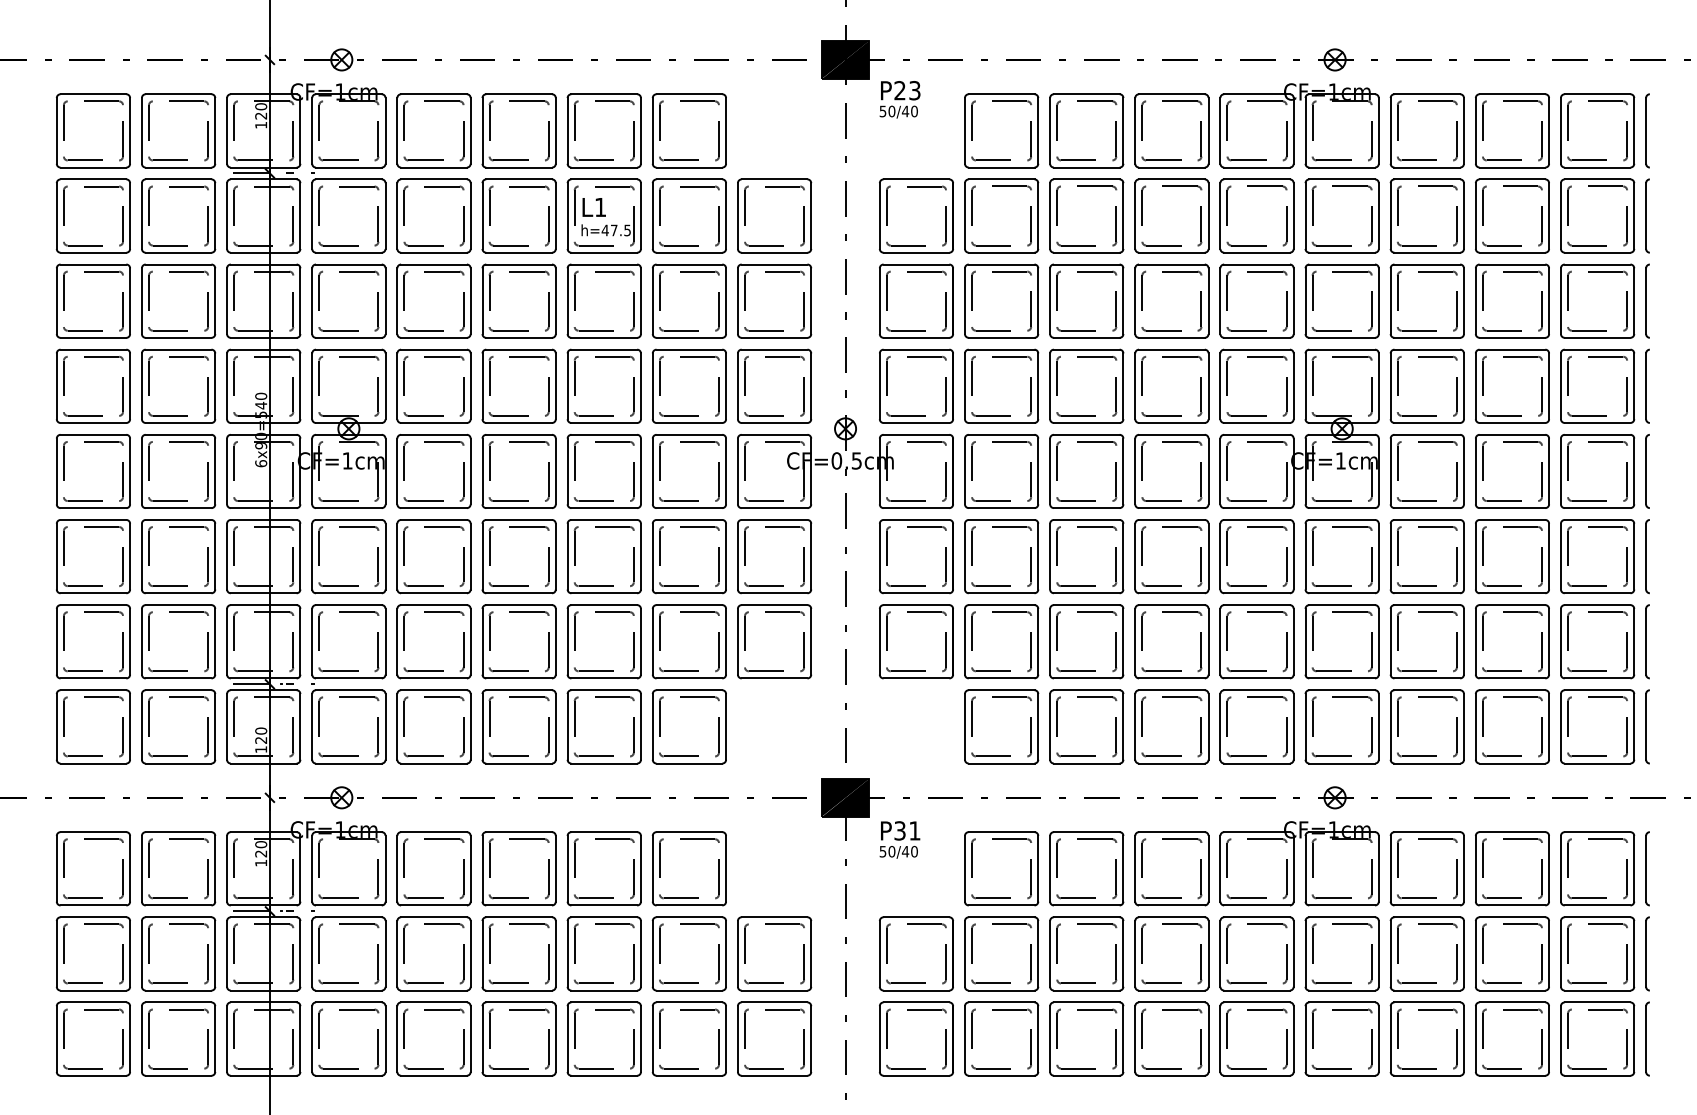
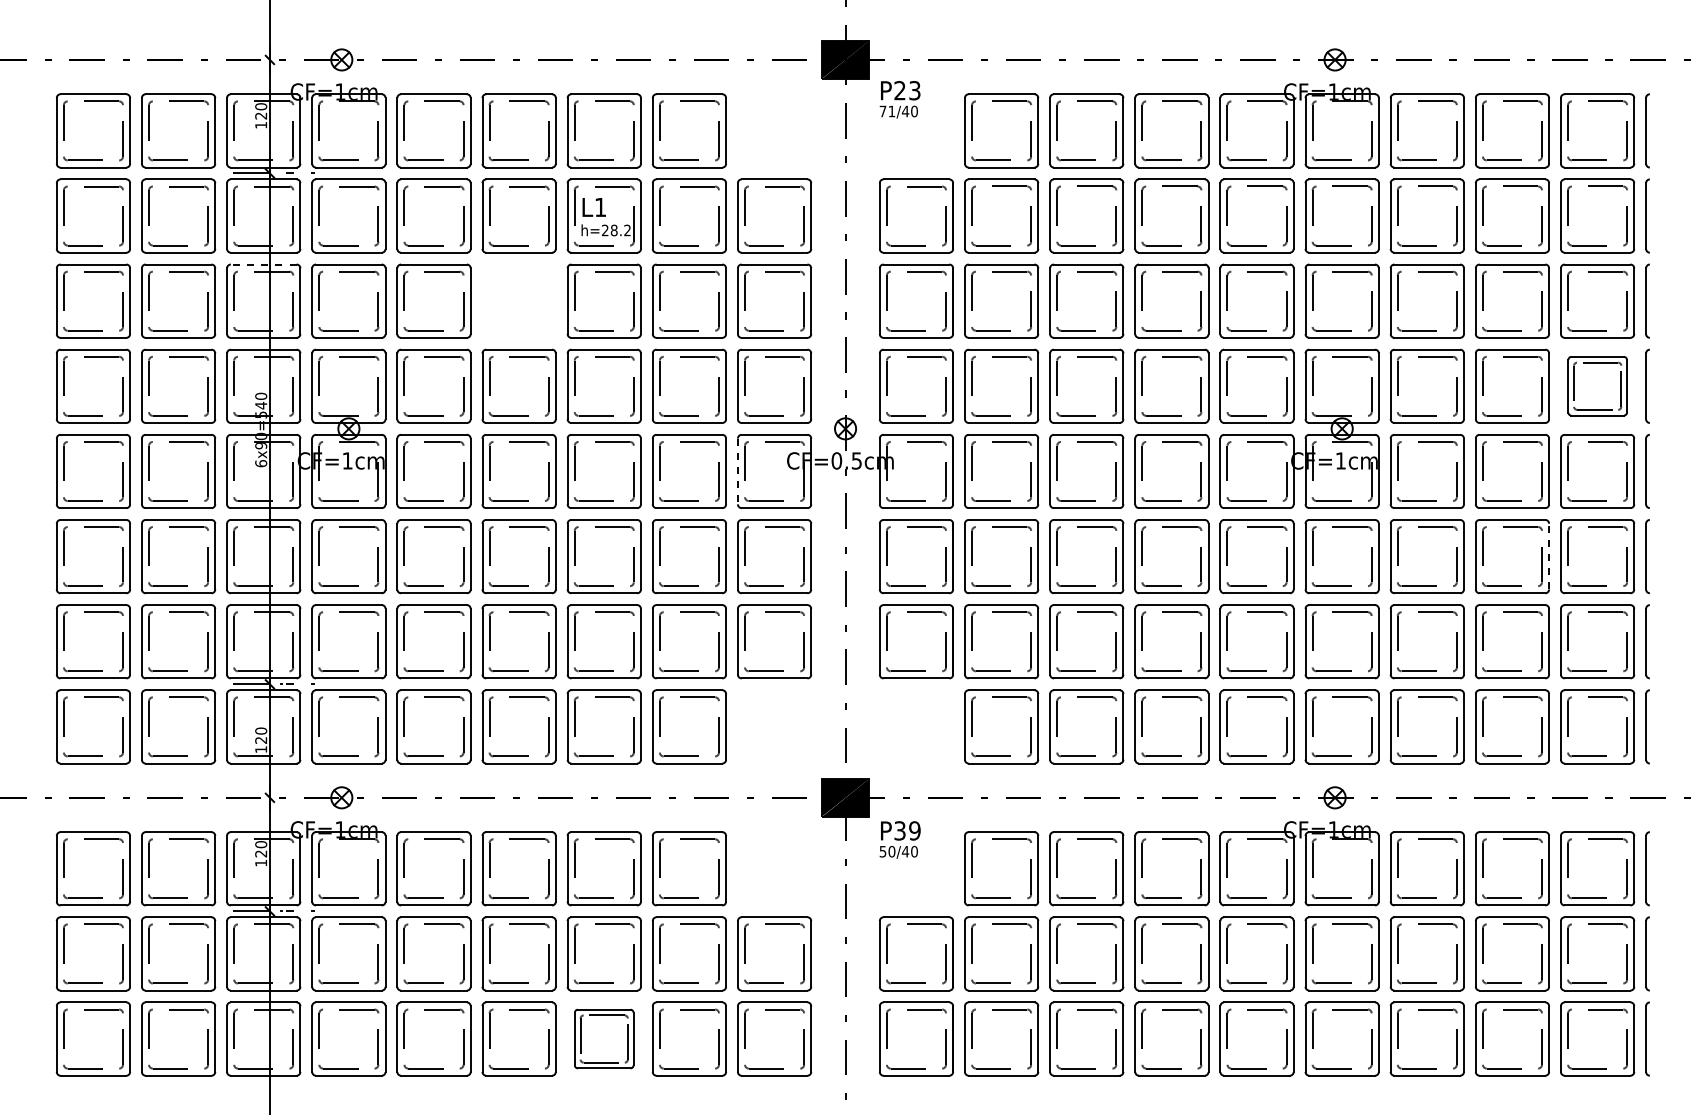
text at (887, 111): 50/40 -> 71/40
text at (615, 230): h=47.5 -> h=28.2
line at (263, 264): solid -> dashed
part at (518, 300): present -> none
part at (1597, 385) size: 76x76 px -> 61x61 px
line at (737, 471): solid -> dashed
line at (1549, 556): solid -> dashed
text at (914, 830): P31 -> P39
part at (603, 1038) size: 76x76 px -> 61x62 px
